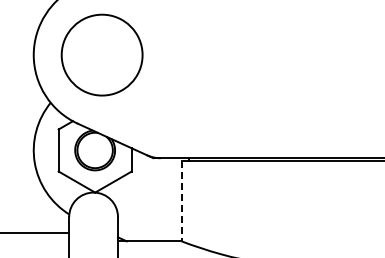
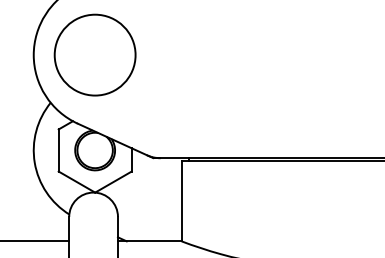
circle at (101, 54) position: (101, 54) -> (94, 54)
line at (181, 201): dashed -> solid
line at (35, 233) position: (35, 233) -> (35, 241)
